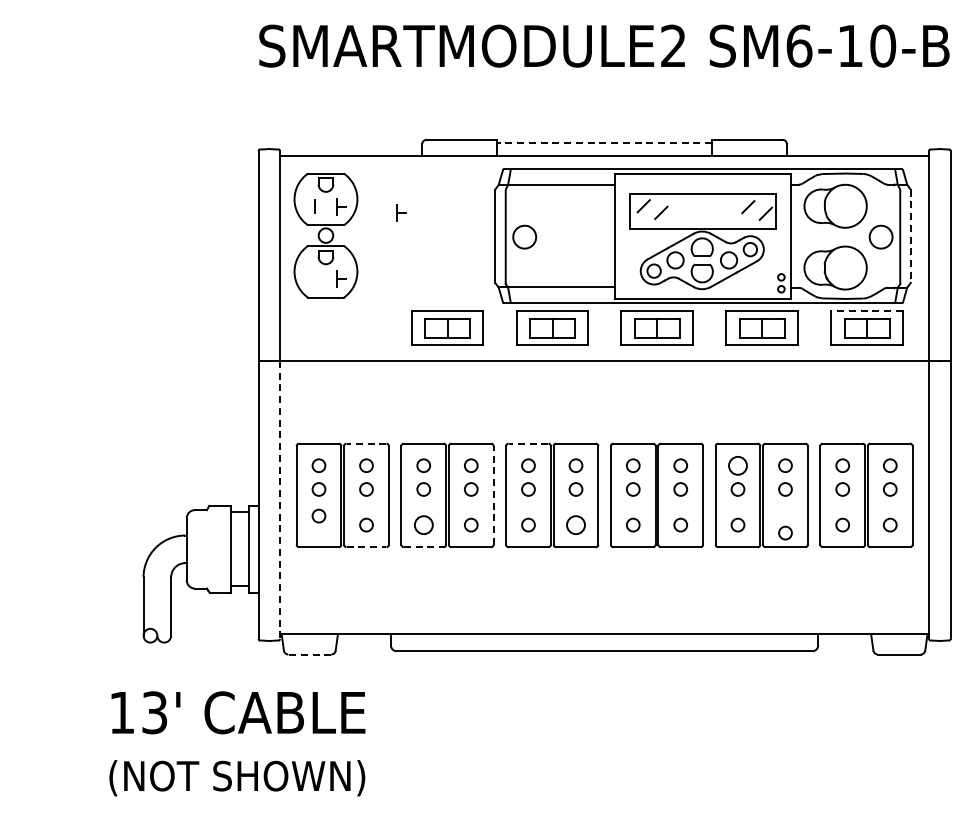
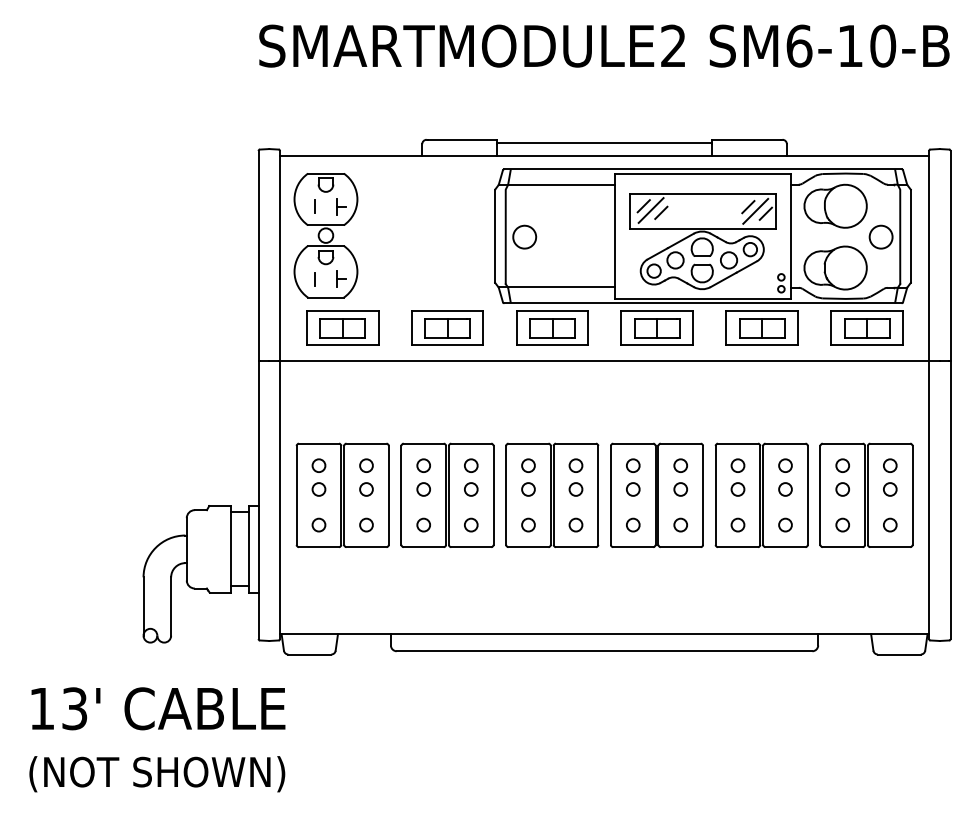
line at (604, 143): dashed -> solid
line at (650, 210): none -> present
line at (755, 210): none -> present
part at (401, 212): present -> none
line at (910, 236): dashed -> solid
line at (314, 279): none -> present
line at (867, 311): dashed -> solid
part at (342, 327): none -> present
line at (366, 443): dashed -> solid
line at (528, 443): dashed -> solid
circle at (737, 465) size: 20x20 px -> 16x15 px
line at (493, 494): dashed -> solid
line at (280, 500): dashed -> solid
circle at (318, 515) position: (318, 515) -> (318, 524)
circle at (423, 524) size: 20x20 px -> 15x16 px
circle at (575, 524) size: 20x20 px -> 16x16 px
circle at (785, 532) position: (785, 532) -> (785, 524)
line at (366, 547): dashed -> solid
line at (423, 547): dashed -> solid
line at (309, 654): dashed -> solid
text at (237, 743) position: (237, 743) -> (157, 739)
